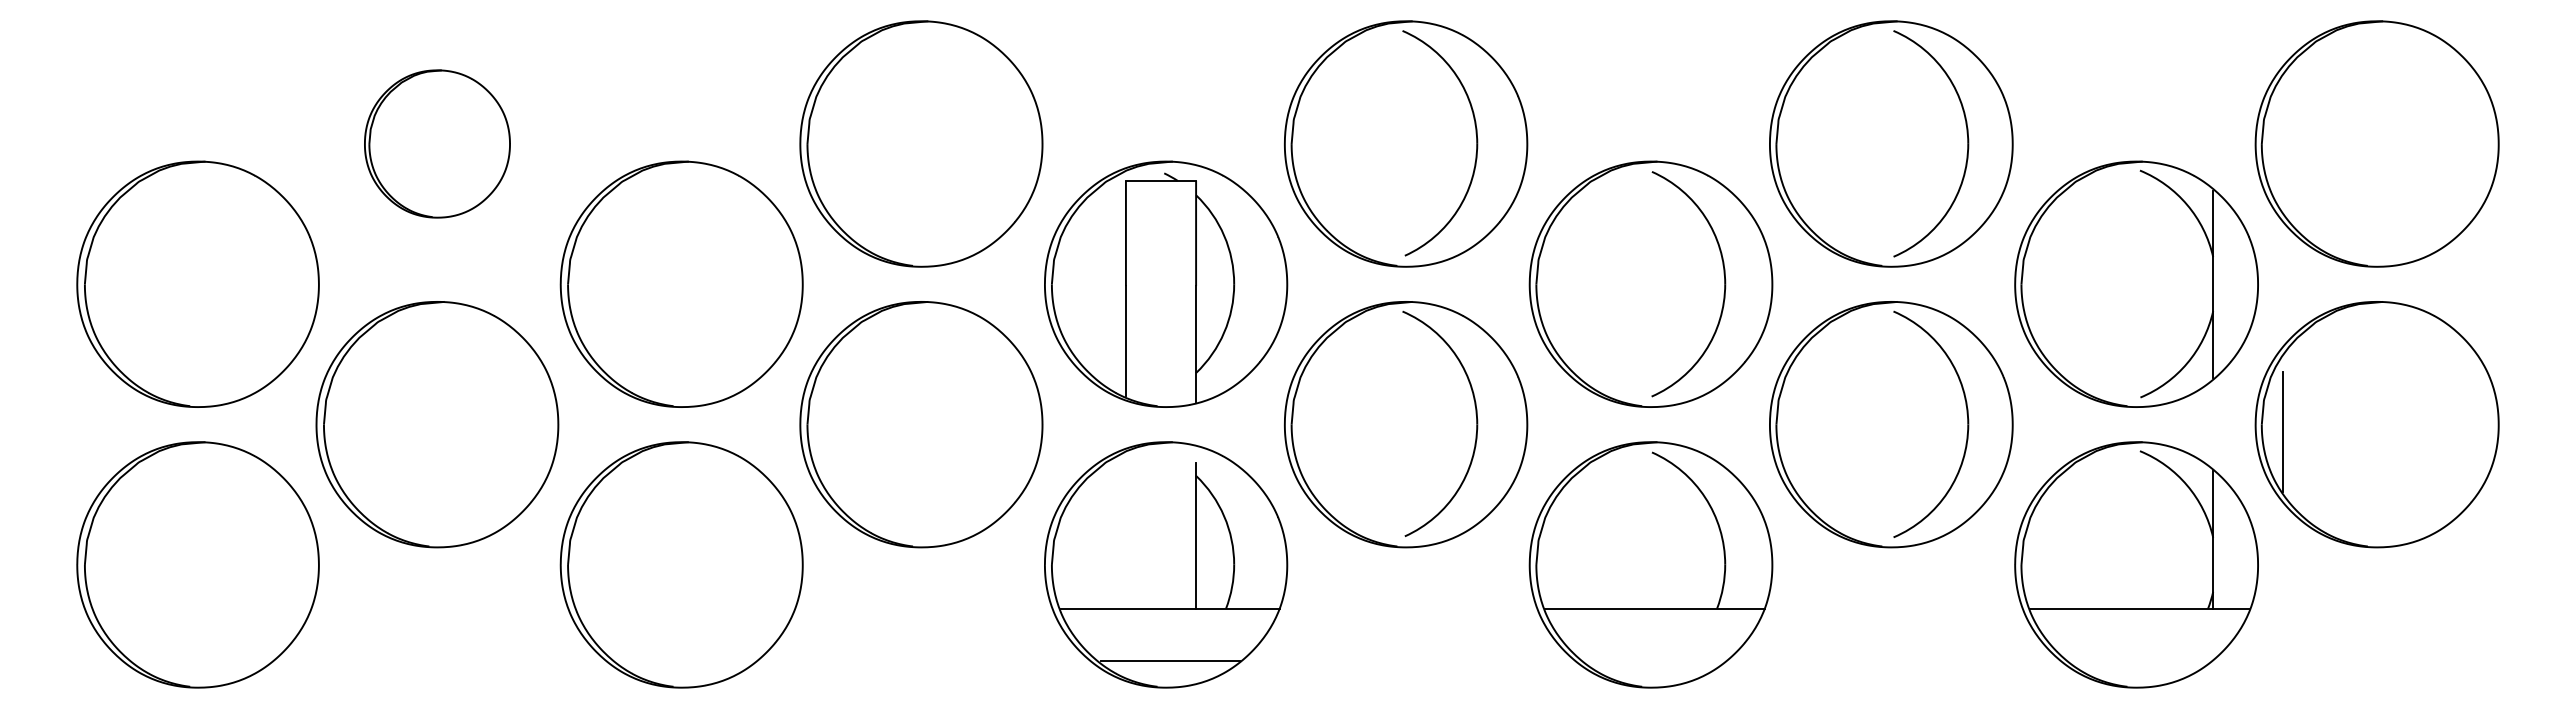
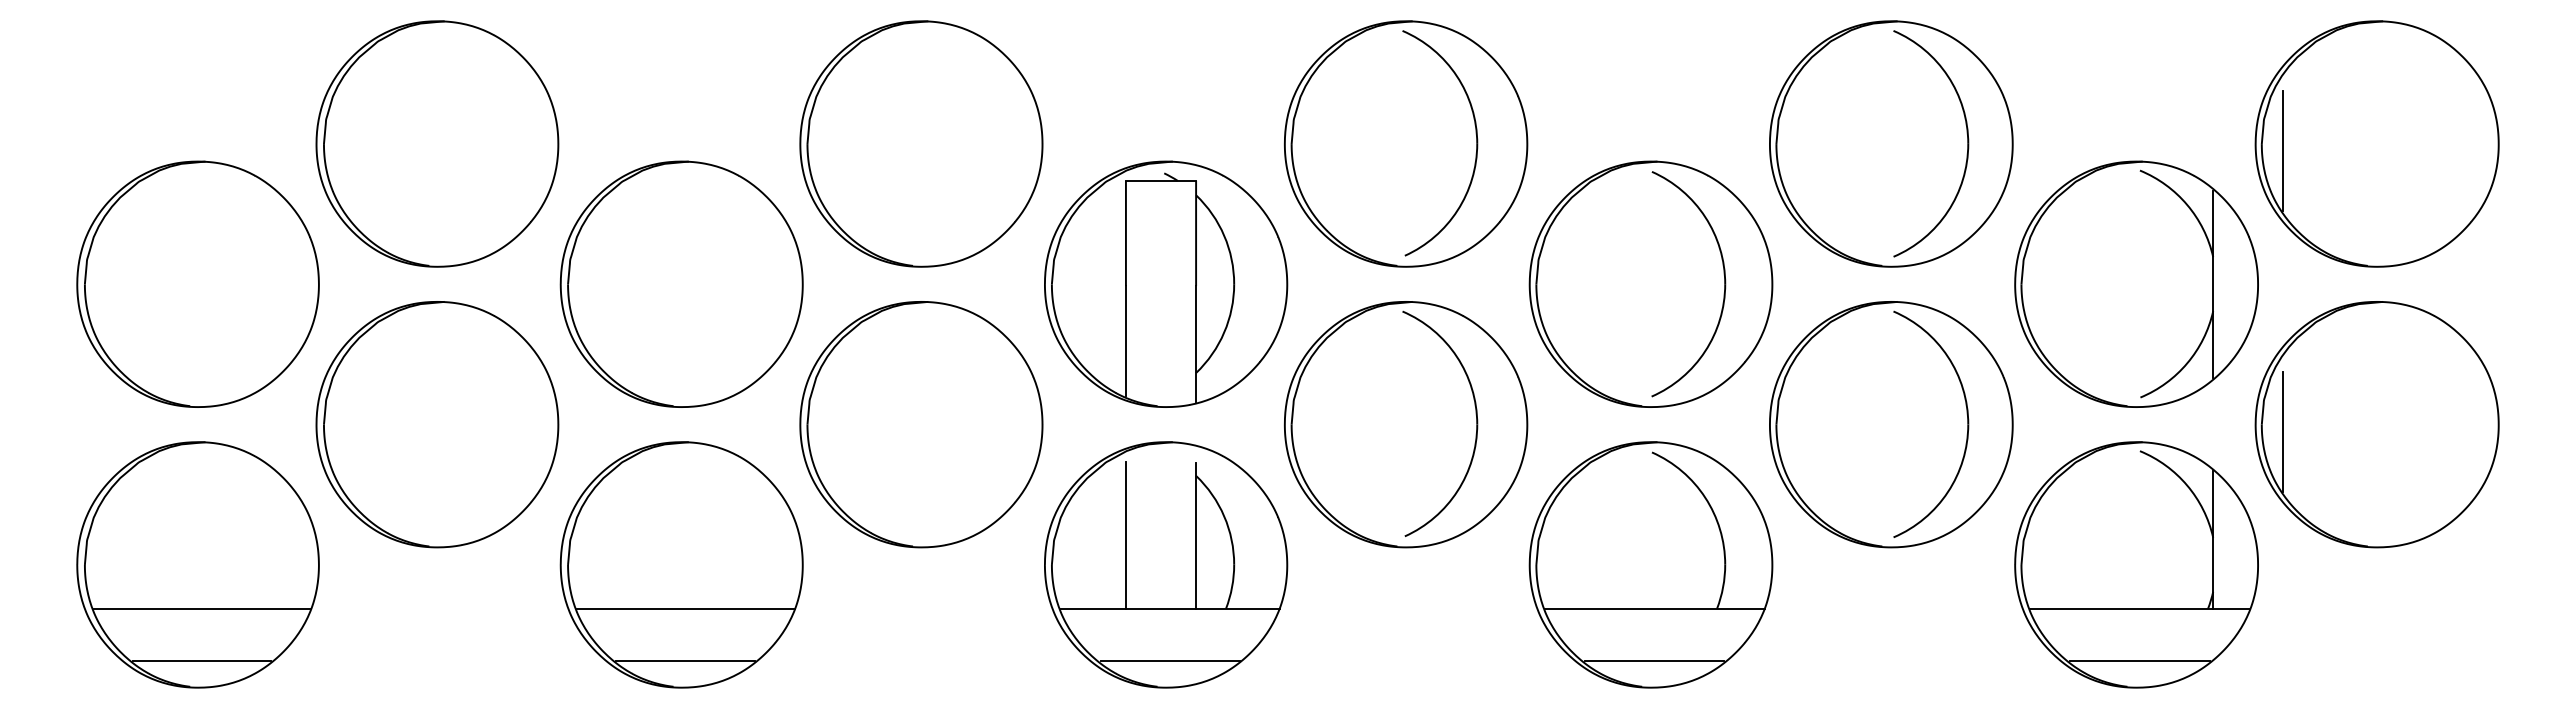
part at (437, 143) size: 147x150 px -> 245x248 px
line at (2283, 150): none -> present
line at (1125, 534): none -> present
line at (202, 608): none -> present
line at (685, 608): none -> present
line at (202, 661): none -> present
line at (685, 661): none -> present
line at (1654, 661): none -> present
line at (2140, 661): none -> present
